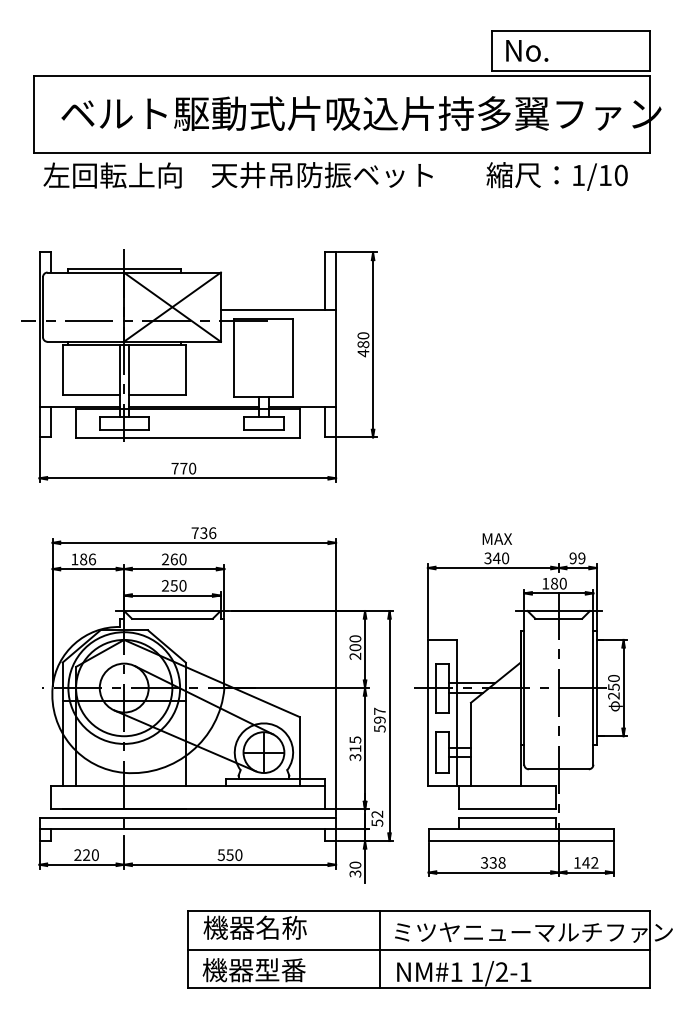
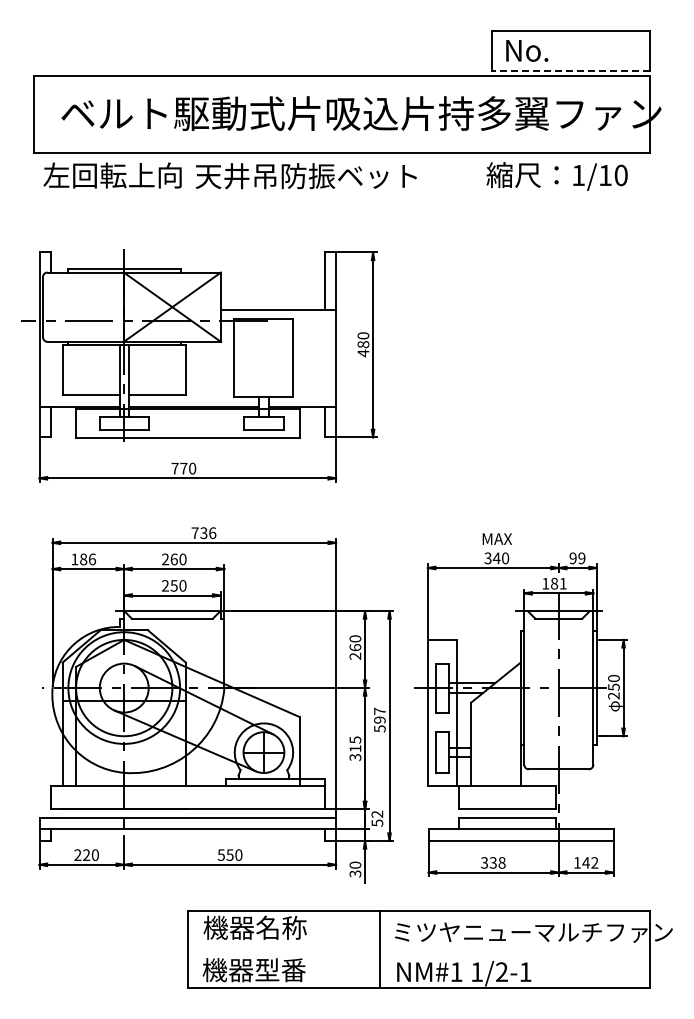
line at (571, 71): solid -> dashed
text at (321, 175) position: (321, 175) -> (305, 176)
text at (562, 583): 180 -> 181
text at (355, 647): 200 -> 260
line at (418, 949): present -> none
